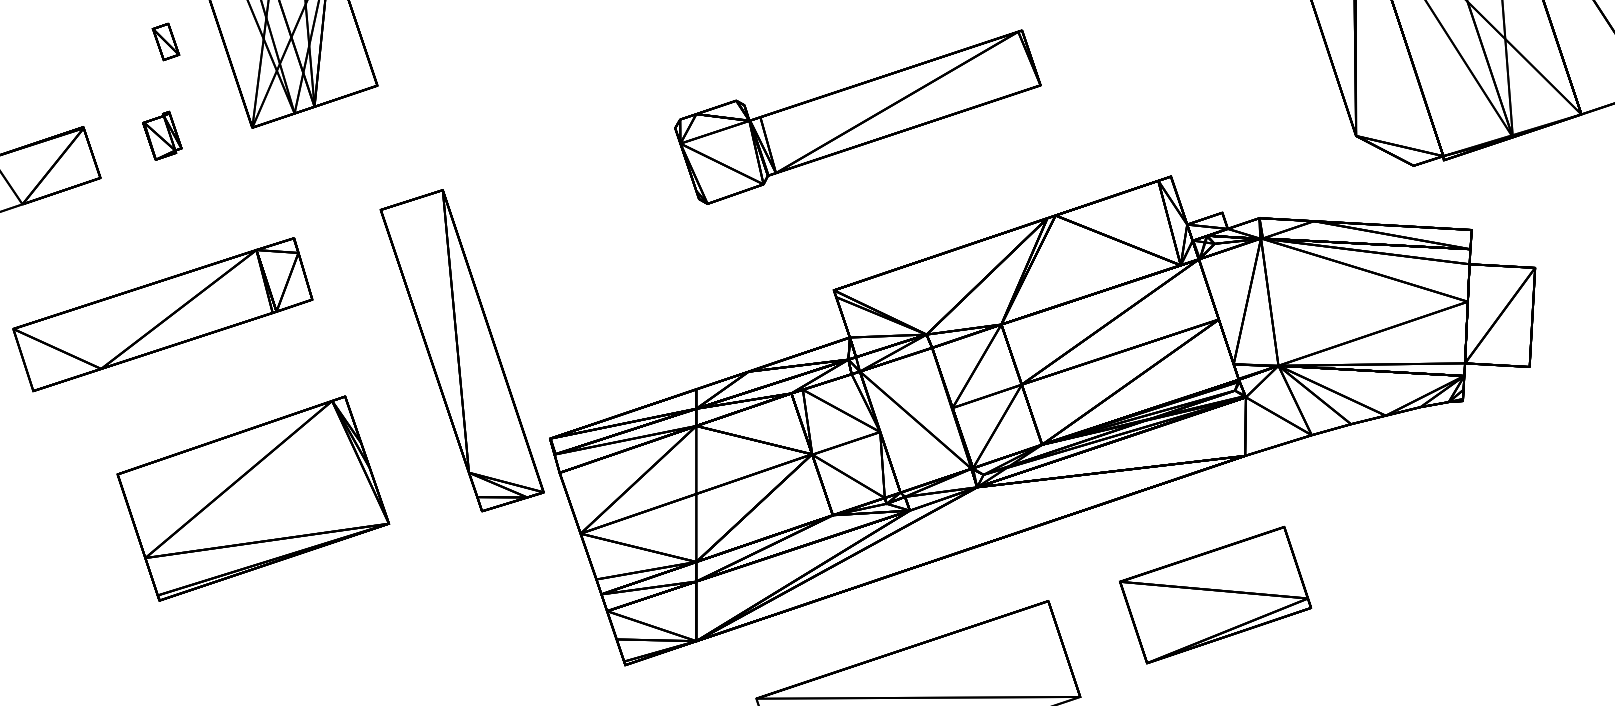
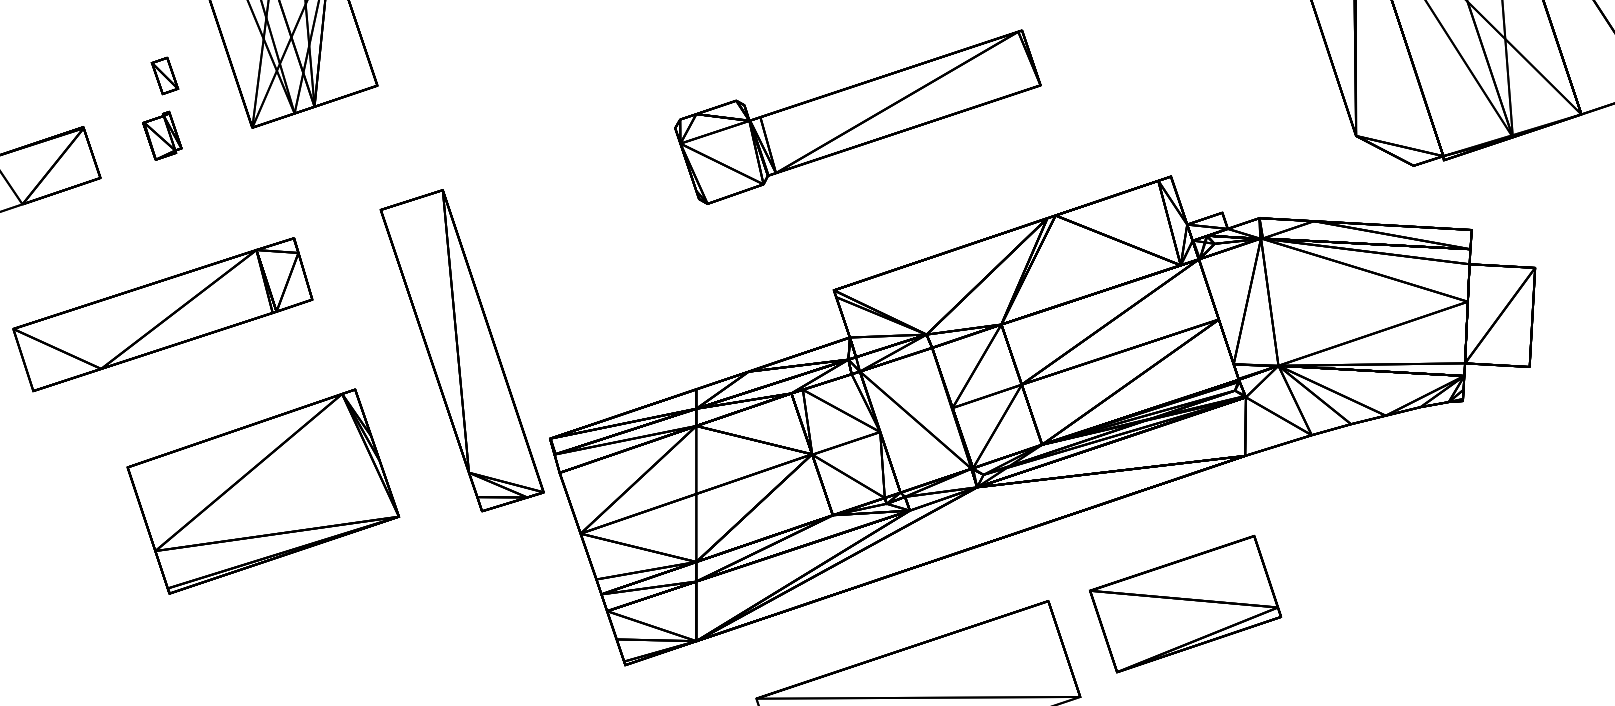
part at (165, 41) position: (165, 41) -> (164, 75)
part at (253, 498) position: (253, 498) -> (263, 491)
part at (1215, 594) position: (1215, 594) -> (1185, 603)
